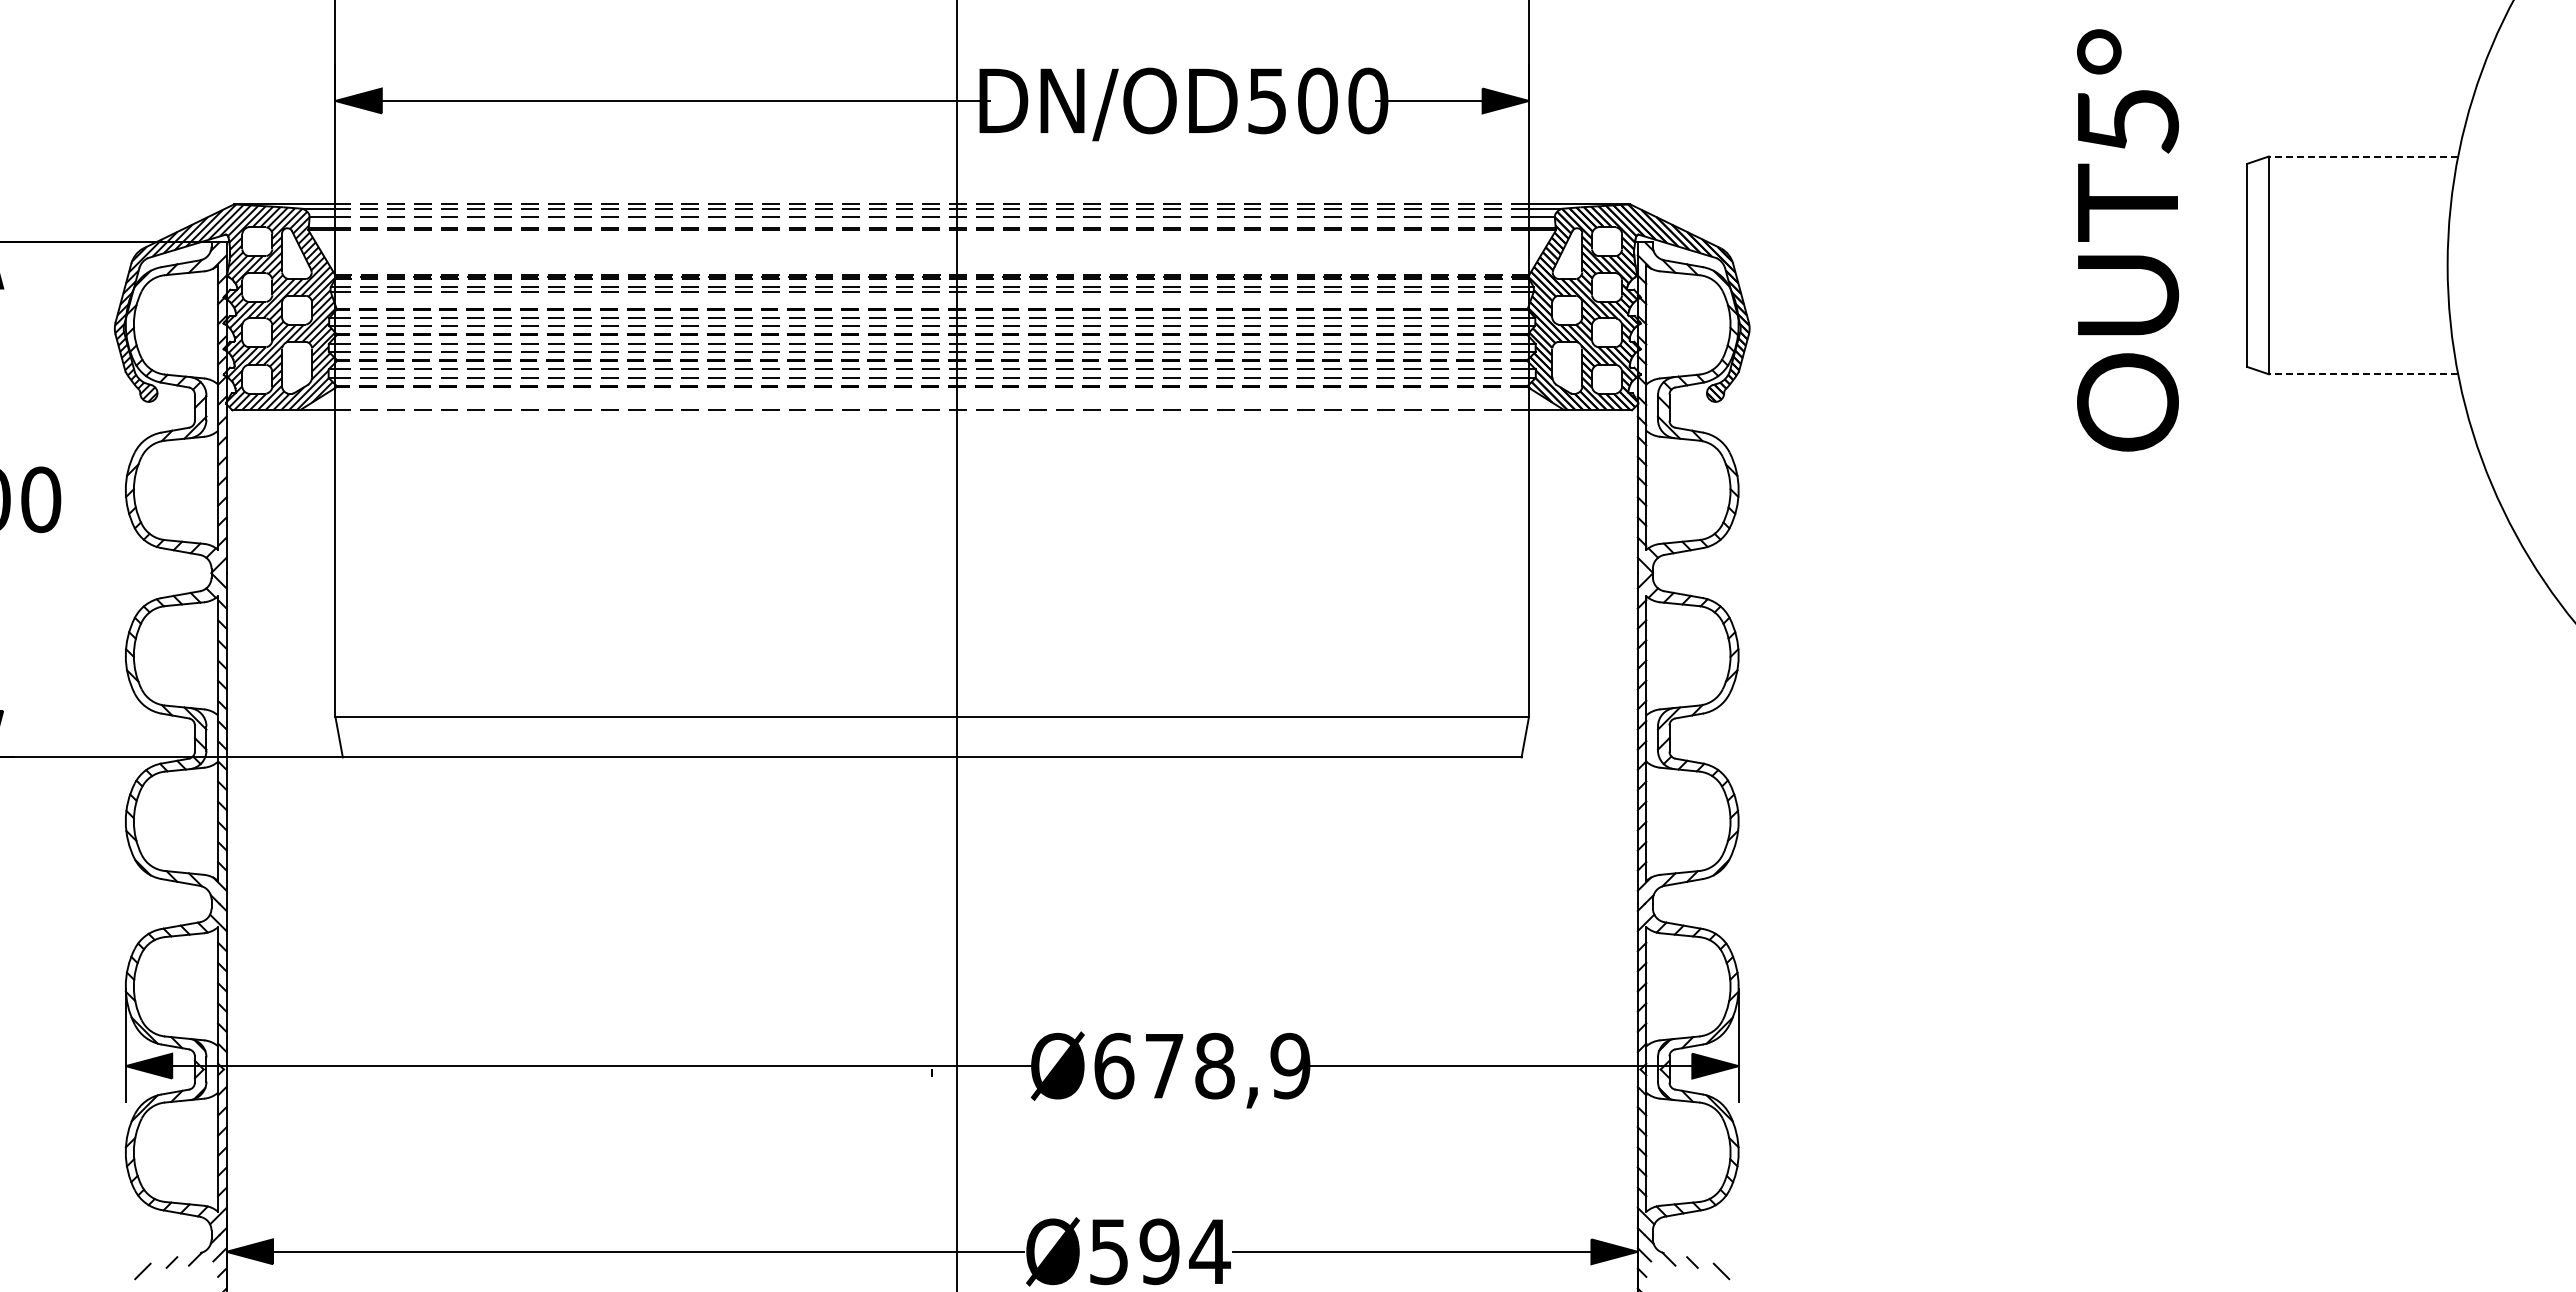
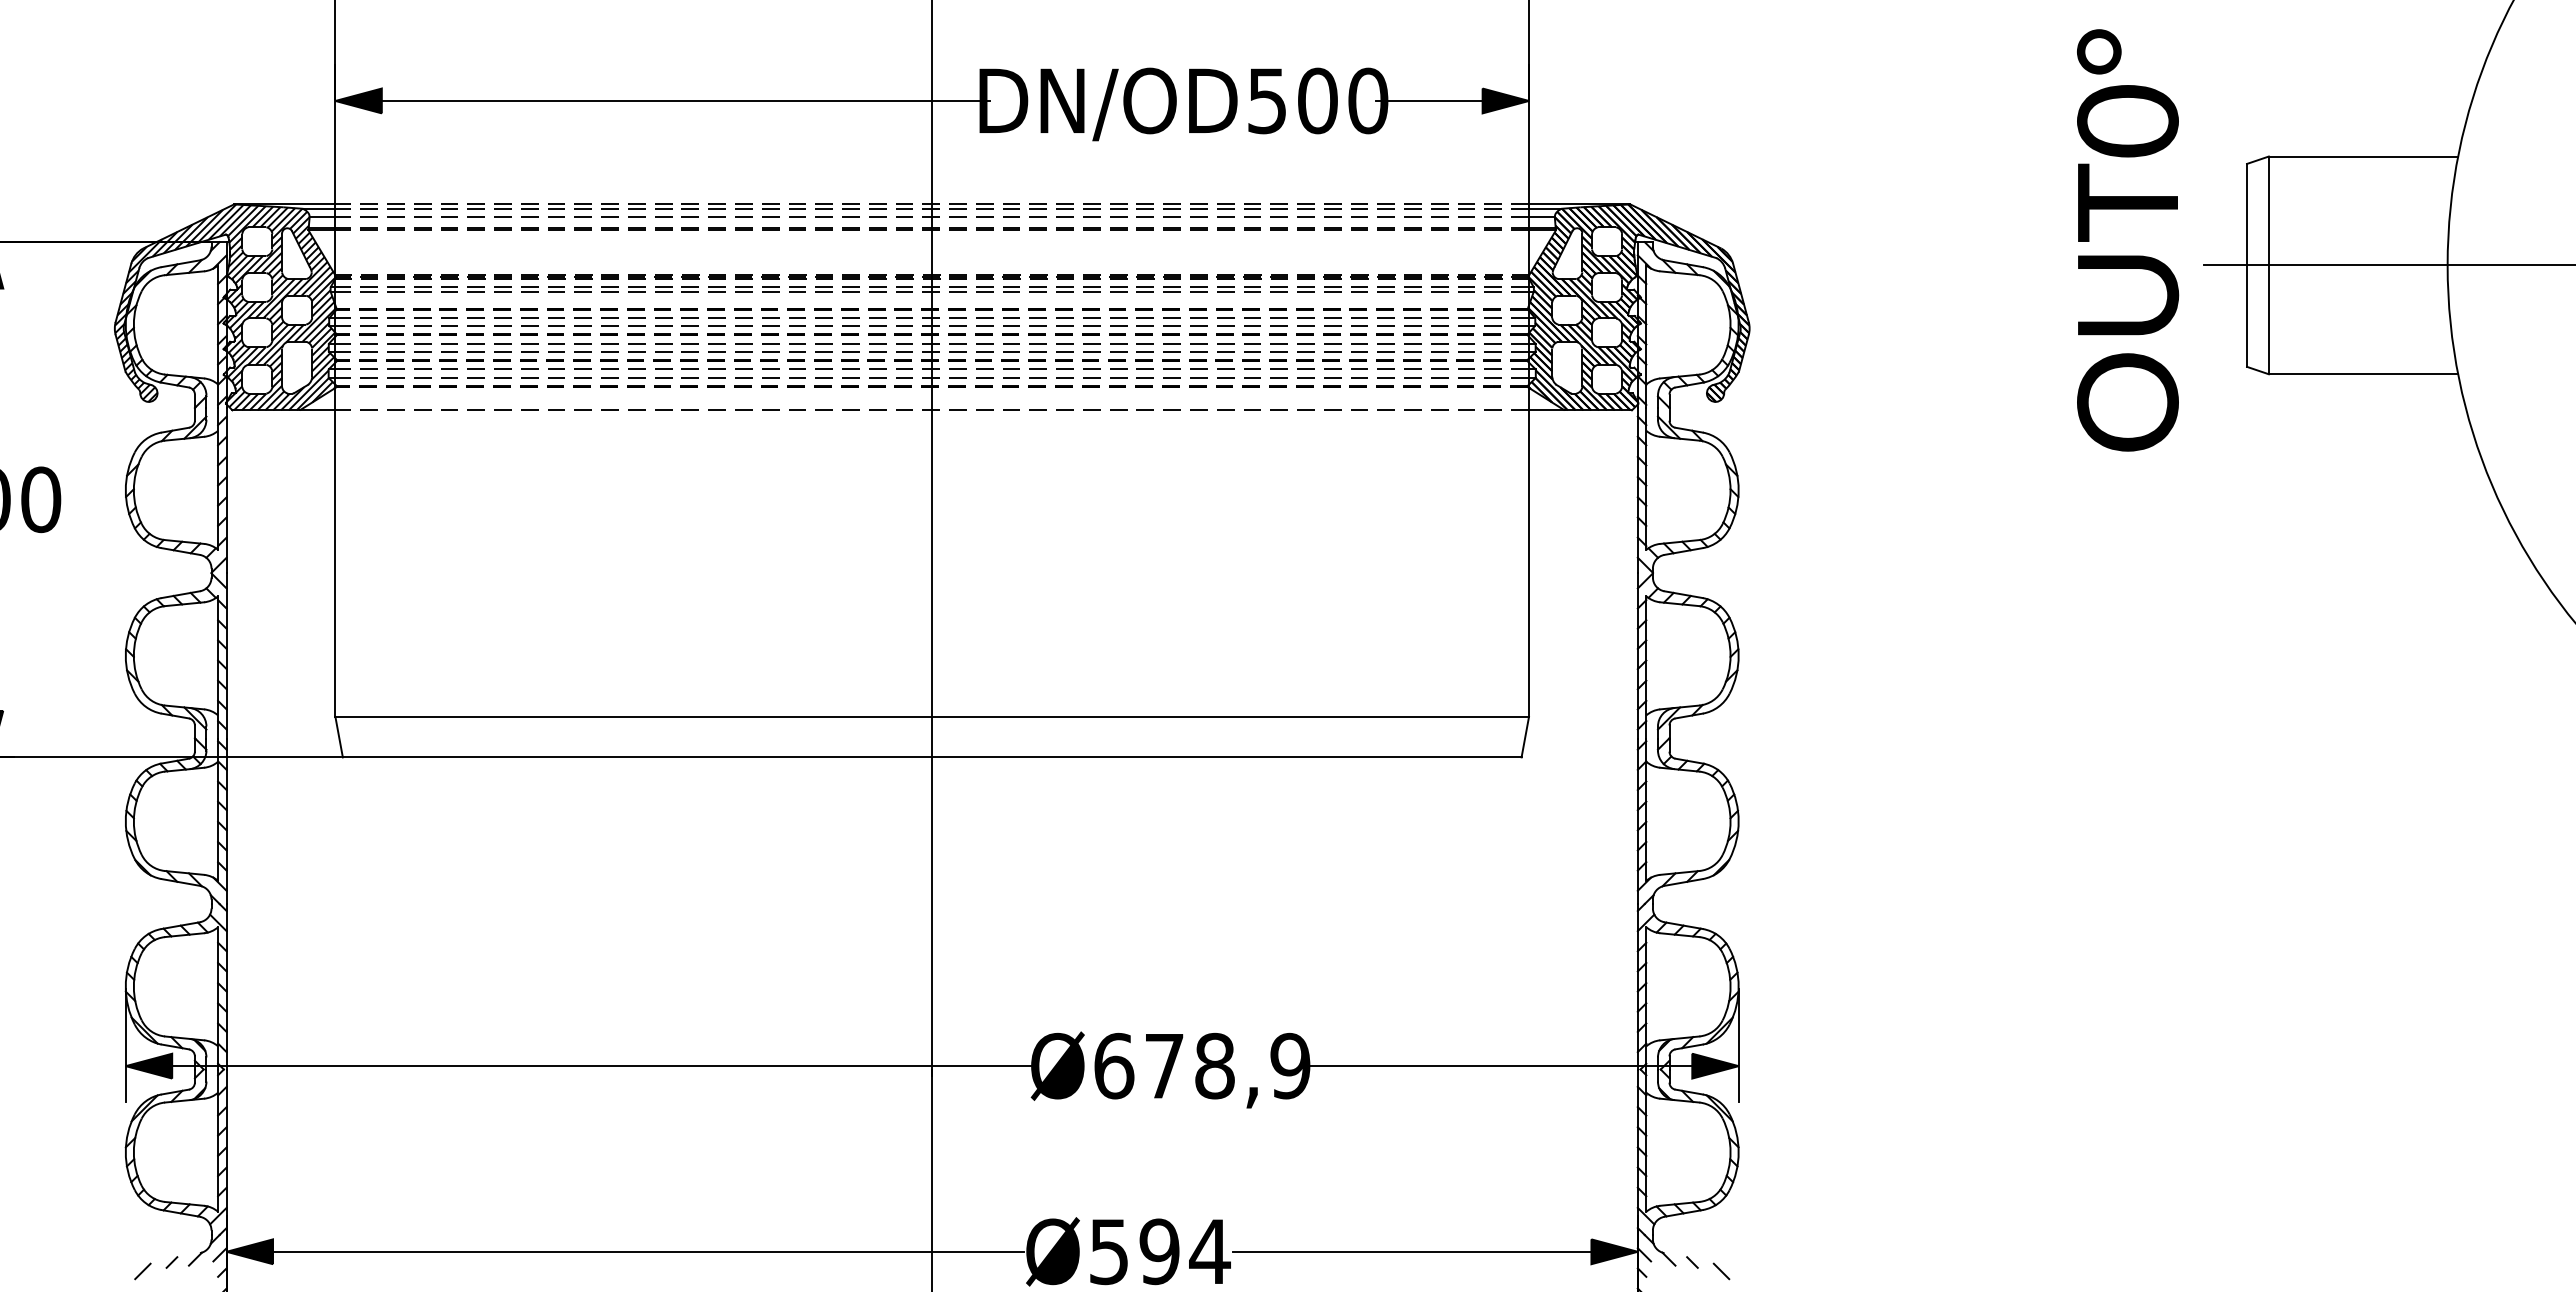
text at (2127, 121): OUT5° -> OUT0°
line at (2363, 156): dashed -> solid
line at (2387, 265): none -> present
line at (2363, 374): dashed -> solid
line at (957, 645) position: (957, 645) -> (932, 645)
